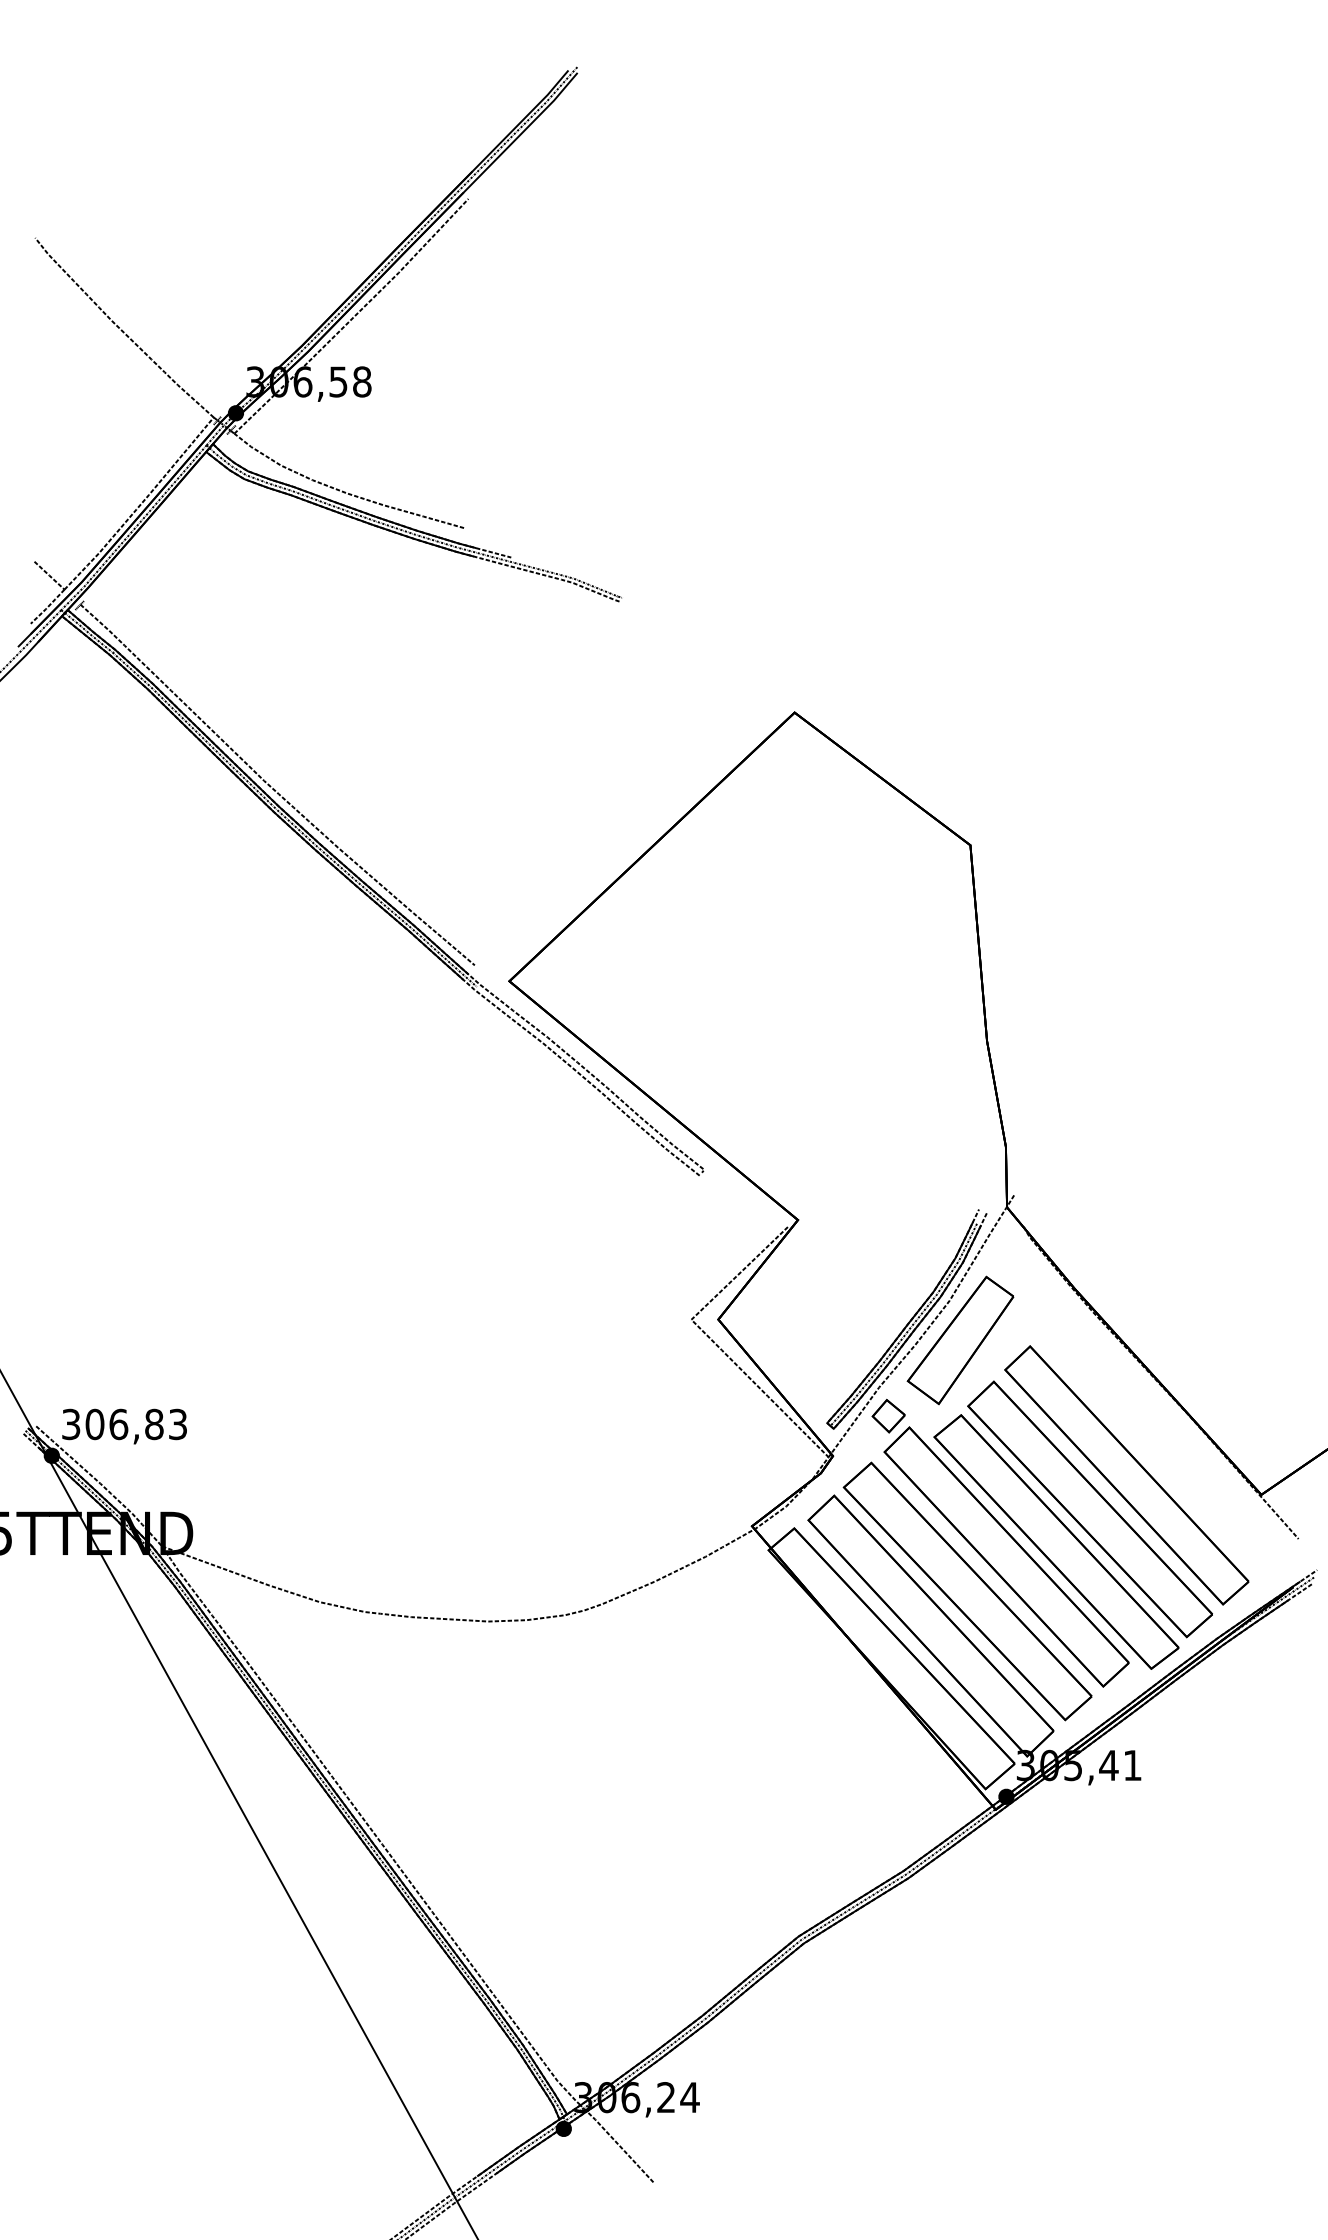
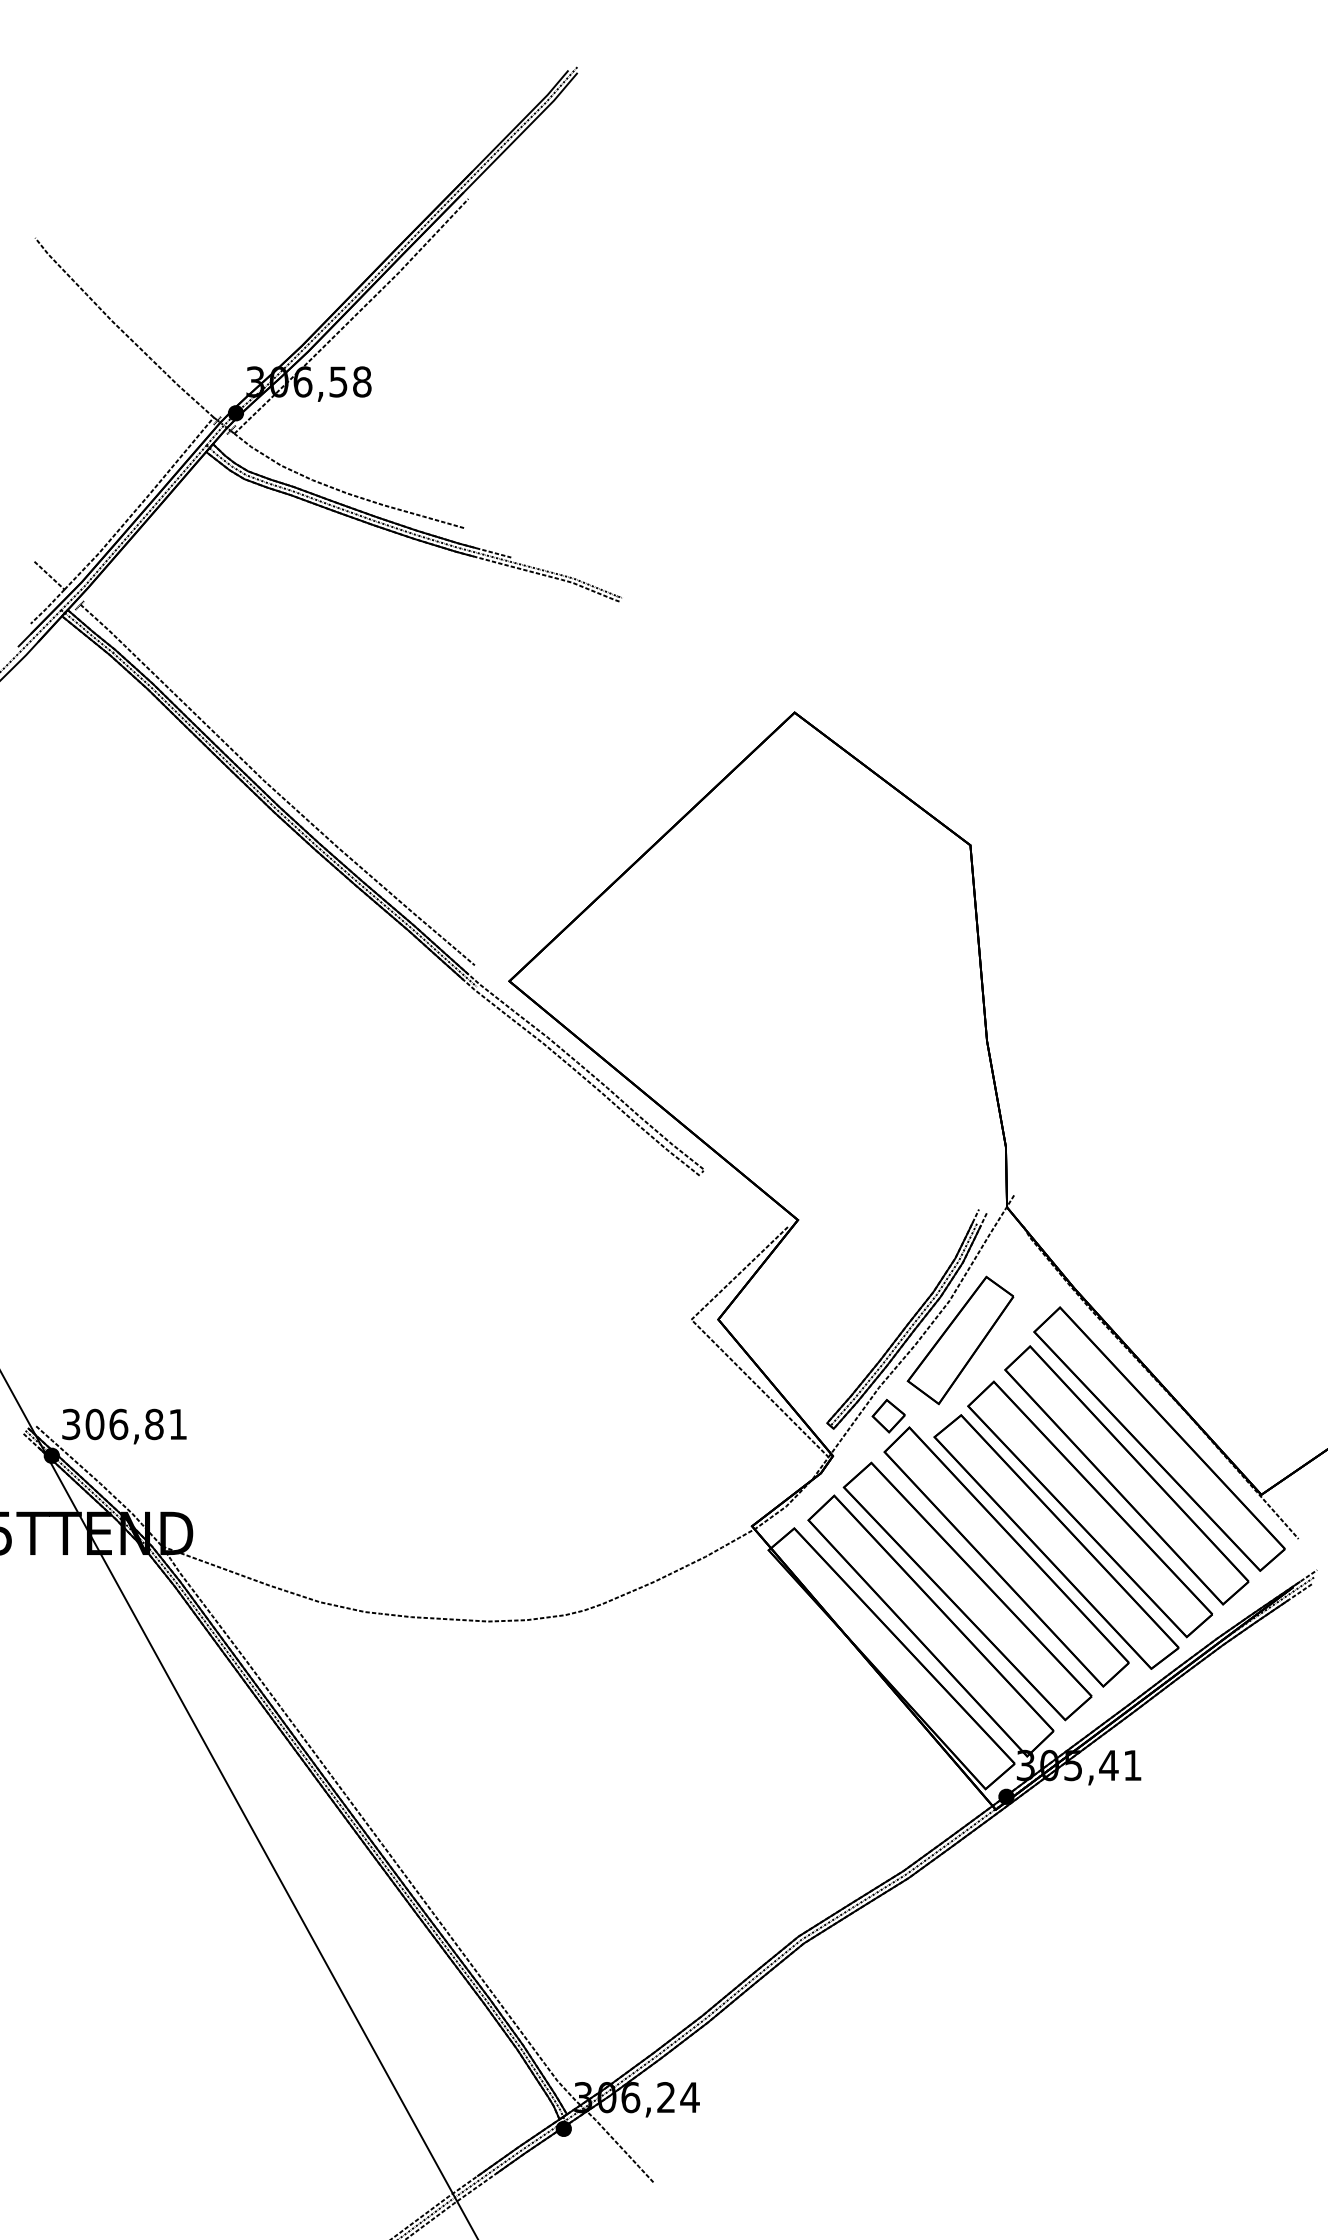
text at (177, 1424): 306,83 -> 306,81
part at (1159, 1438): none -> present
